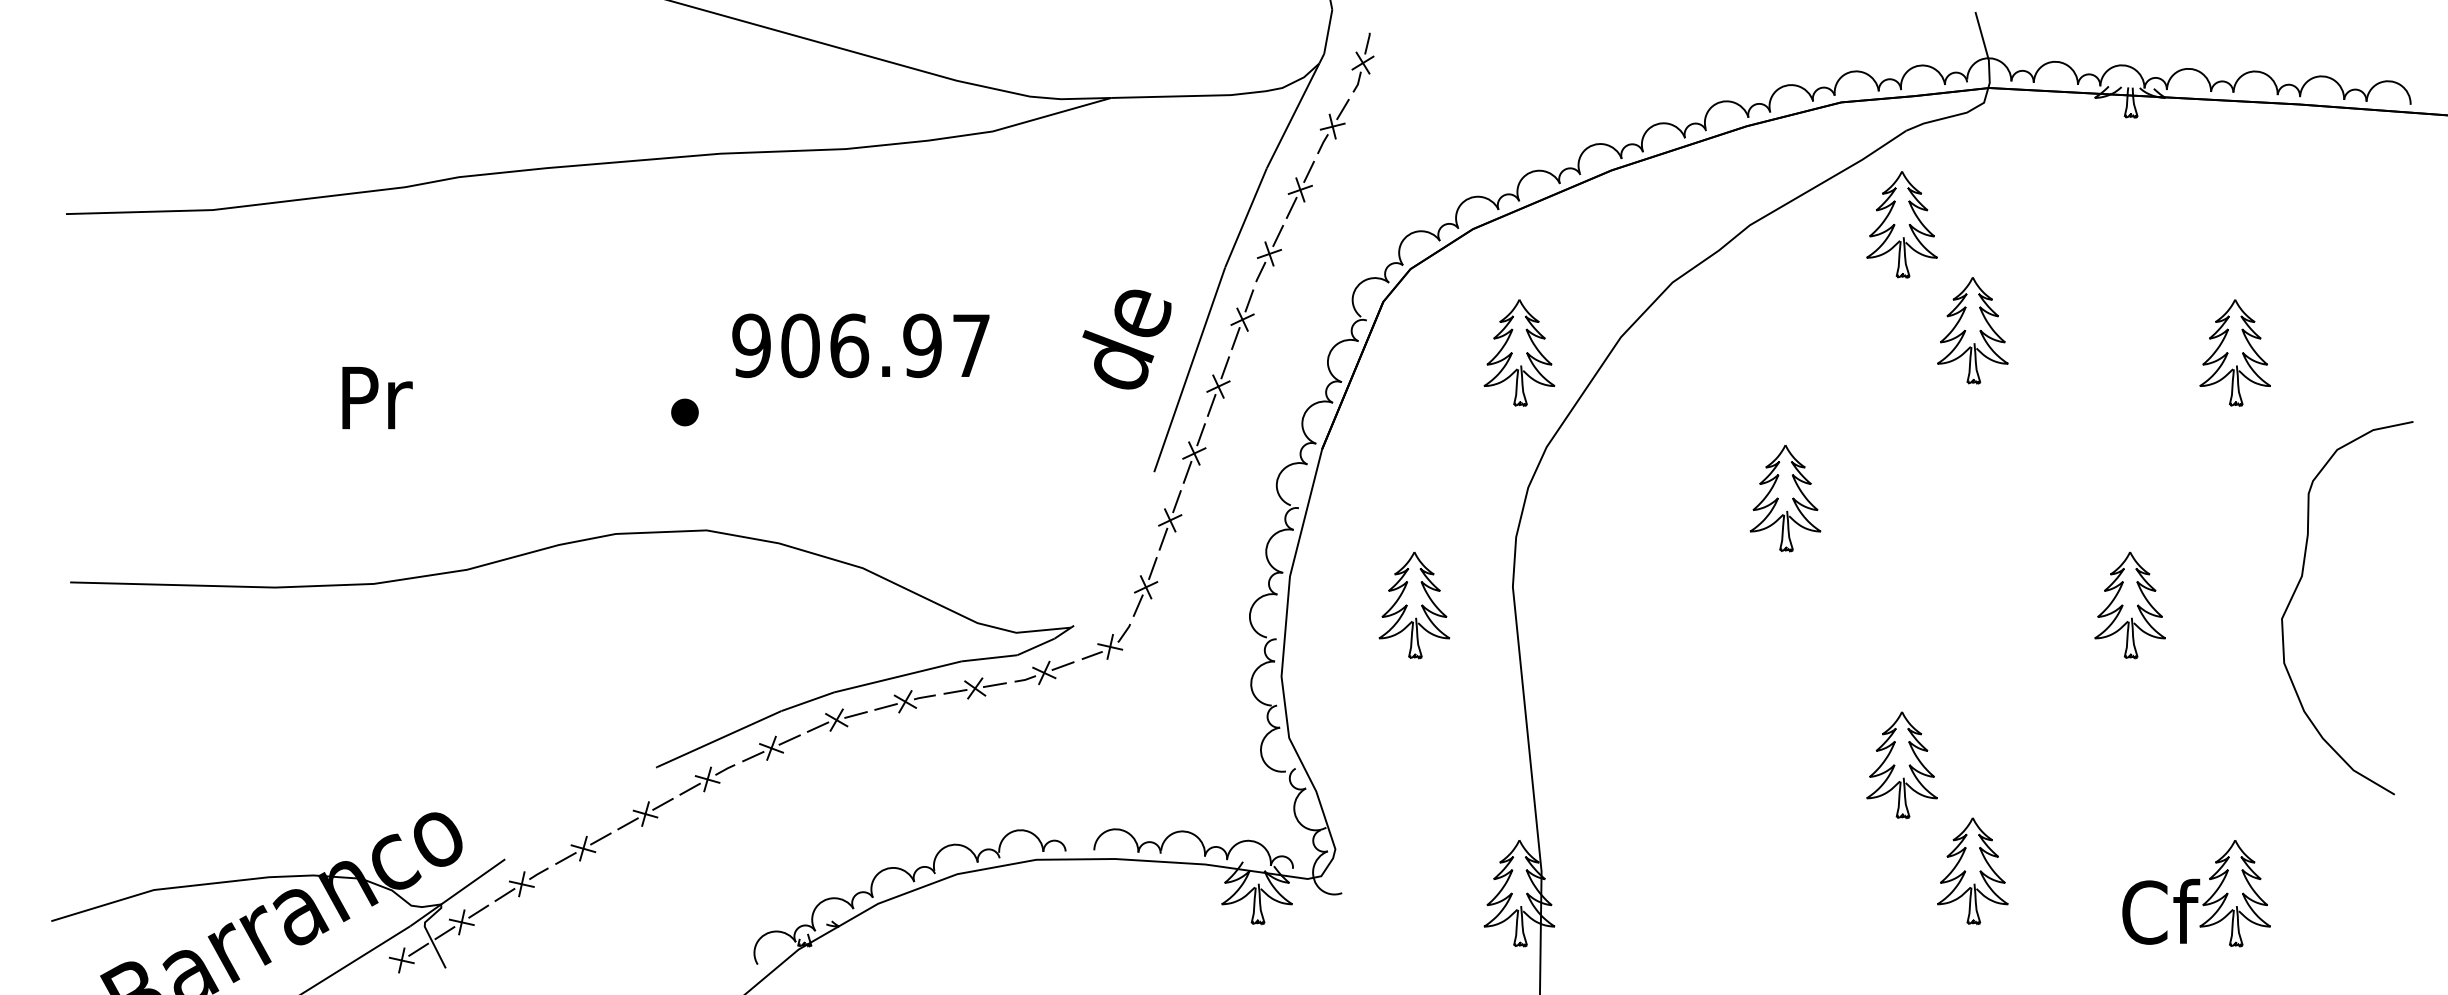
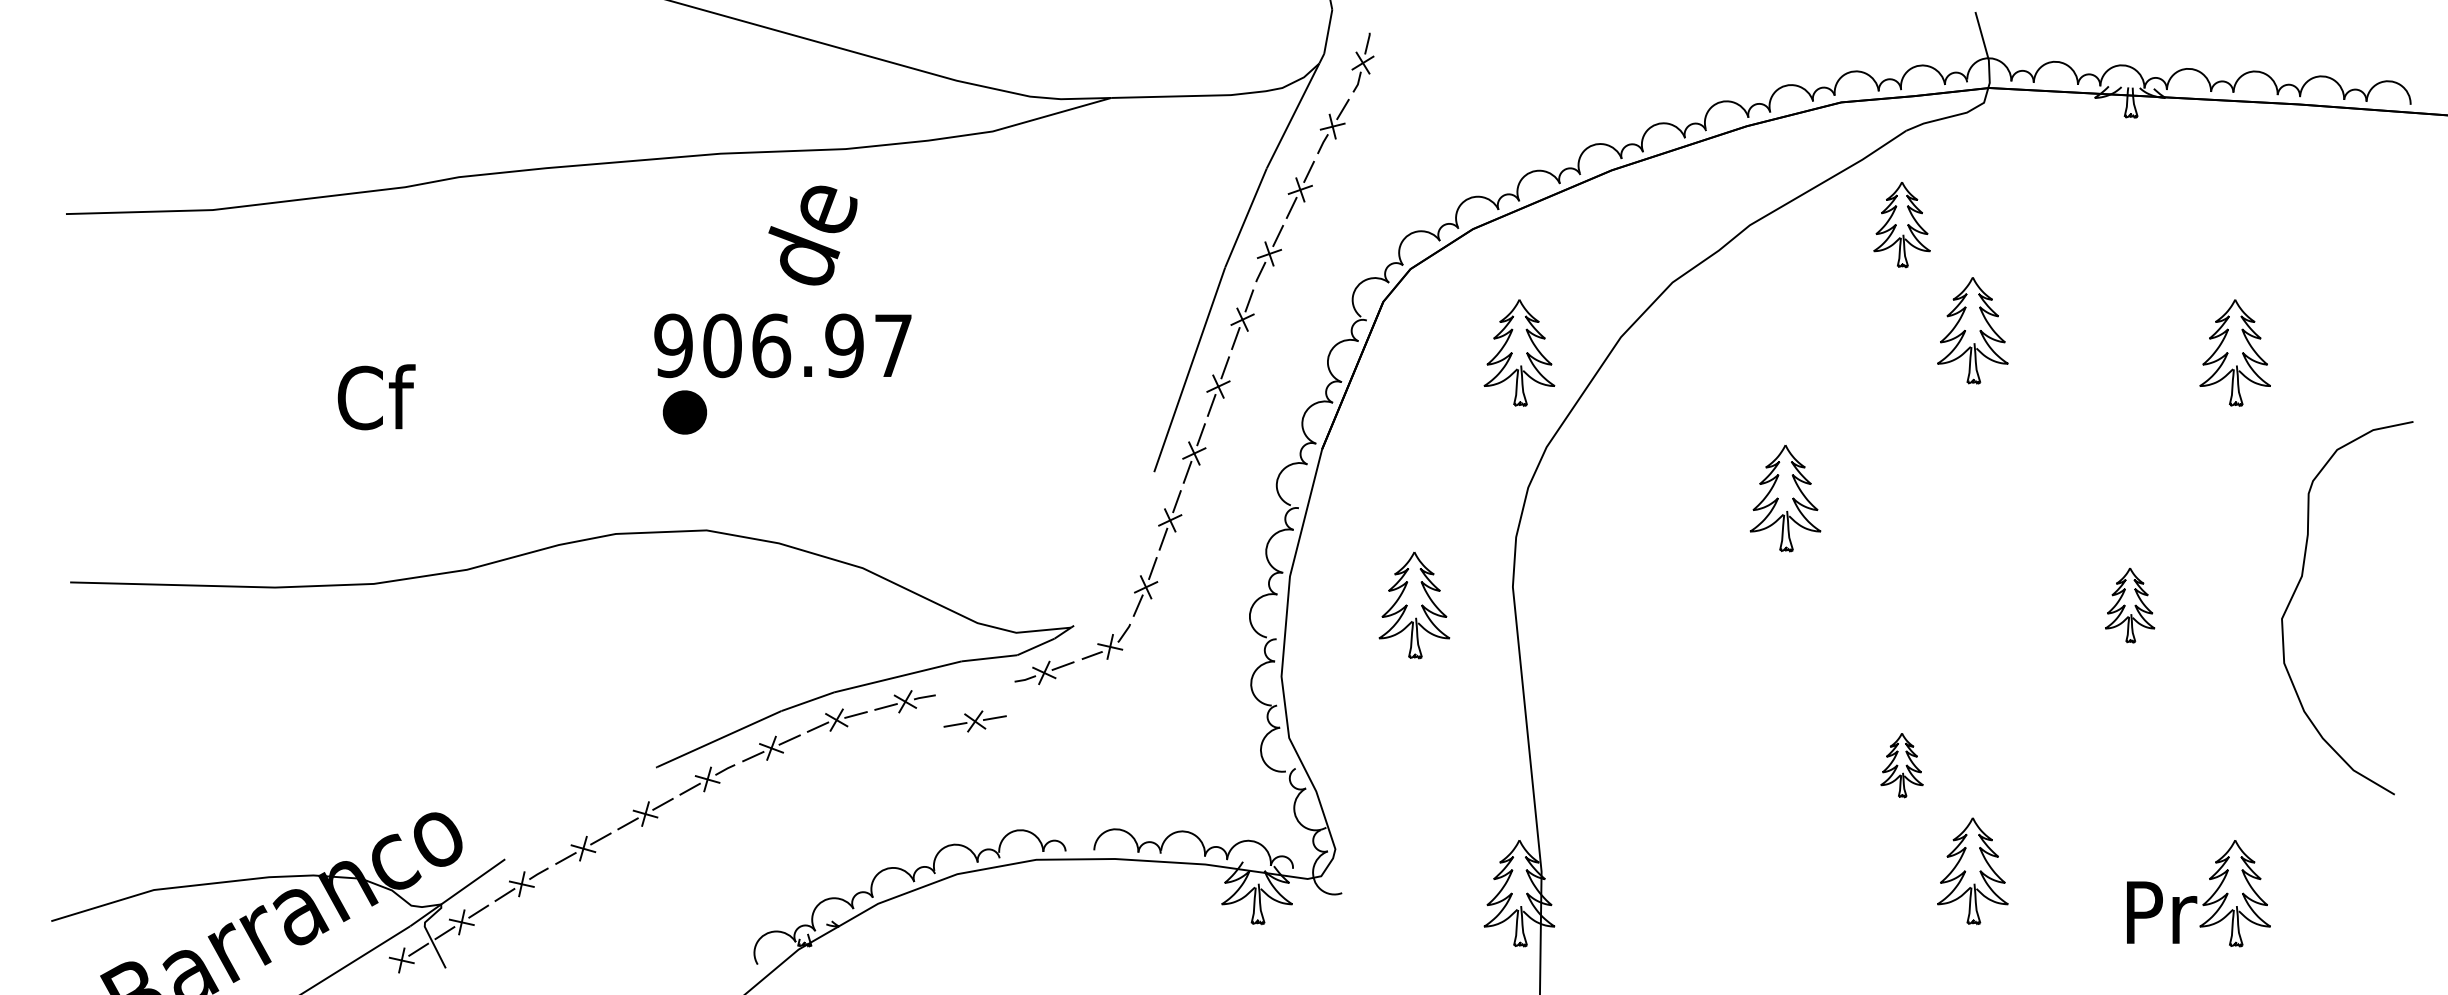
part at (1901, 224) size: 72x108 px -> 58x87 px
text at (1126, 339) position: (1126, 339) -> (812, 235)
text at (860, 345) position: (860, 345) -> (782, 345)
text at (376, 397): Pr -> Cf
part at (684, 412) size: 28x29 px -> 46x45 px
part at (2129, 605) size: 72x109 px -> 51x77 px
part at (974, 688) position: (974, 688) -> (974, 721)
part at (1901, 765) size: 72x109 px -> 44x66 px
text at (2161, 911): Cf -> Pr
